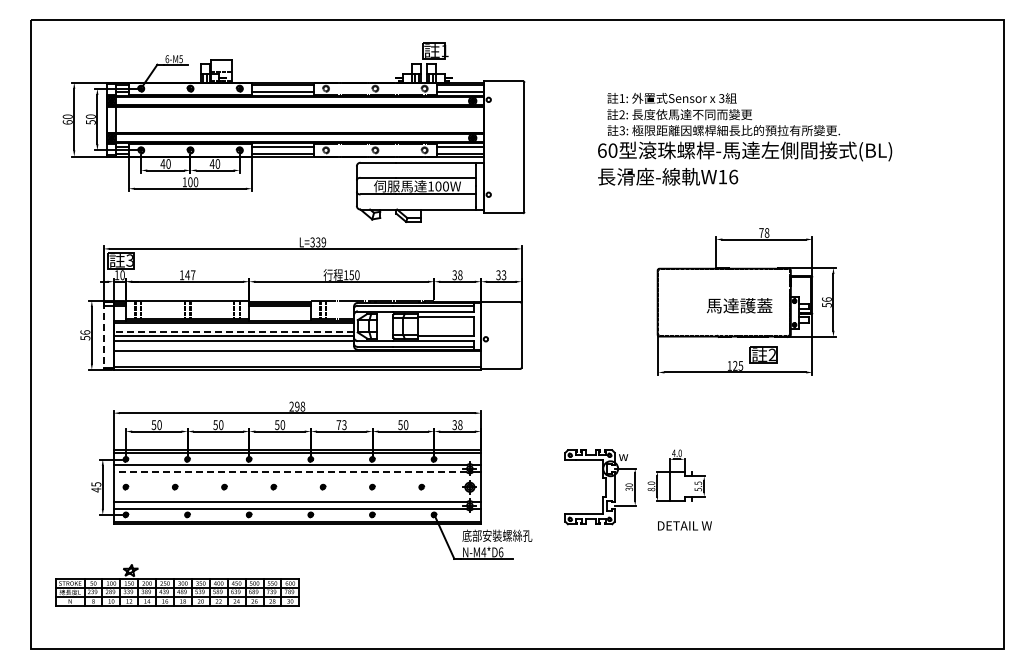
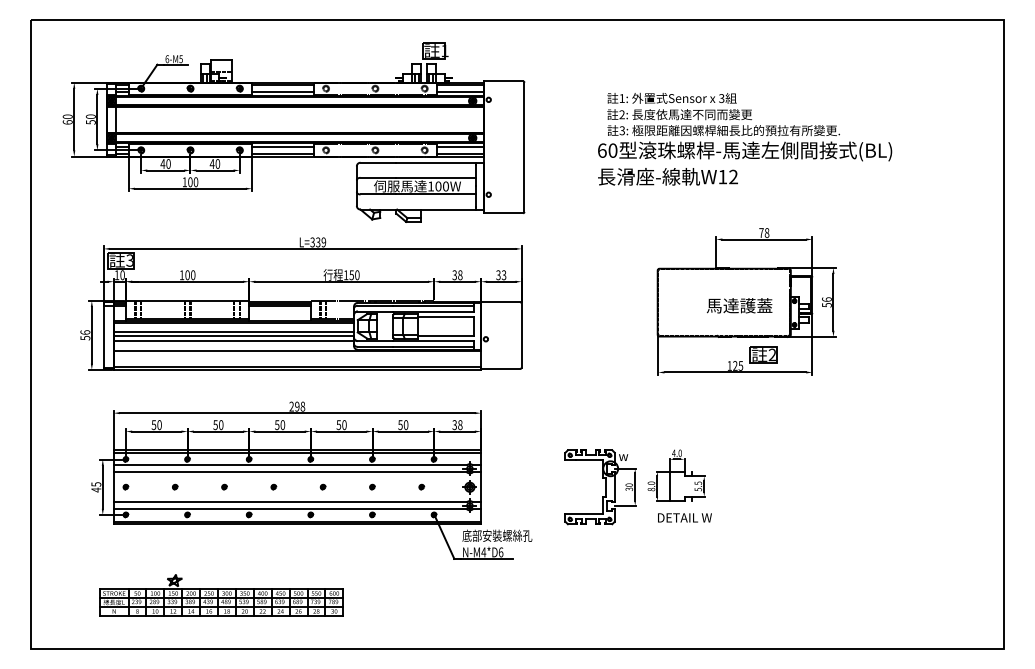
text at (733, 176): W16 -> W12
text at (190, 275): 147 -> 100
line at (233, 331): dashed -> solid
line at (103, 336): dashed -> solid
text at (341, 425): 73 -> 50
line at (290, 472): dashed -> solid
text at (684, 525) position: (684, 525) -> (684, 517)
part at (177, 585) position: (177, 585) -> (221, 595)
